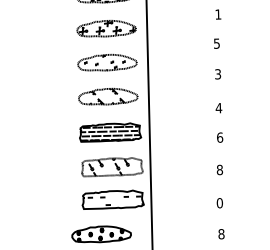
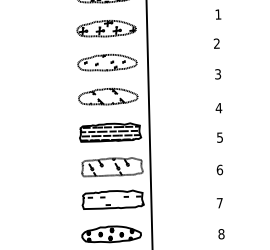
text at (216, 43): 5 -> 2
text at (220, 137): 6 -> 5
text at (219, 169): 8 -> 6
text at (219, 203): 0 -> 7
part at (101, 234) position: (101, 234) -> (111, 234)
